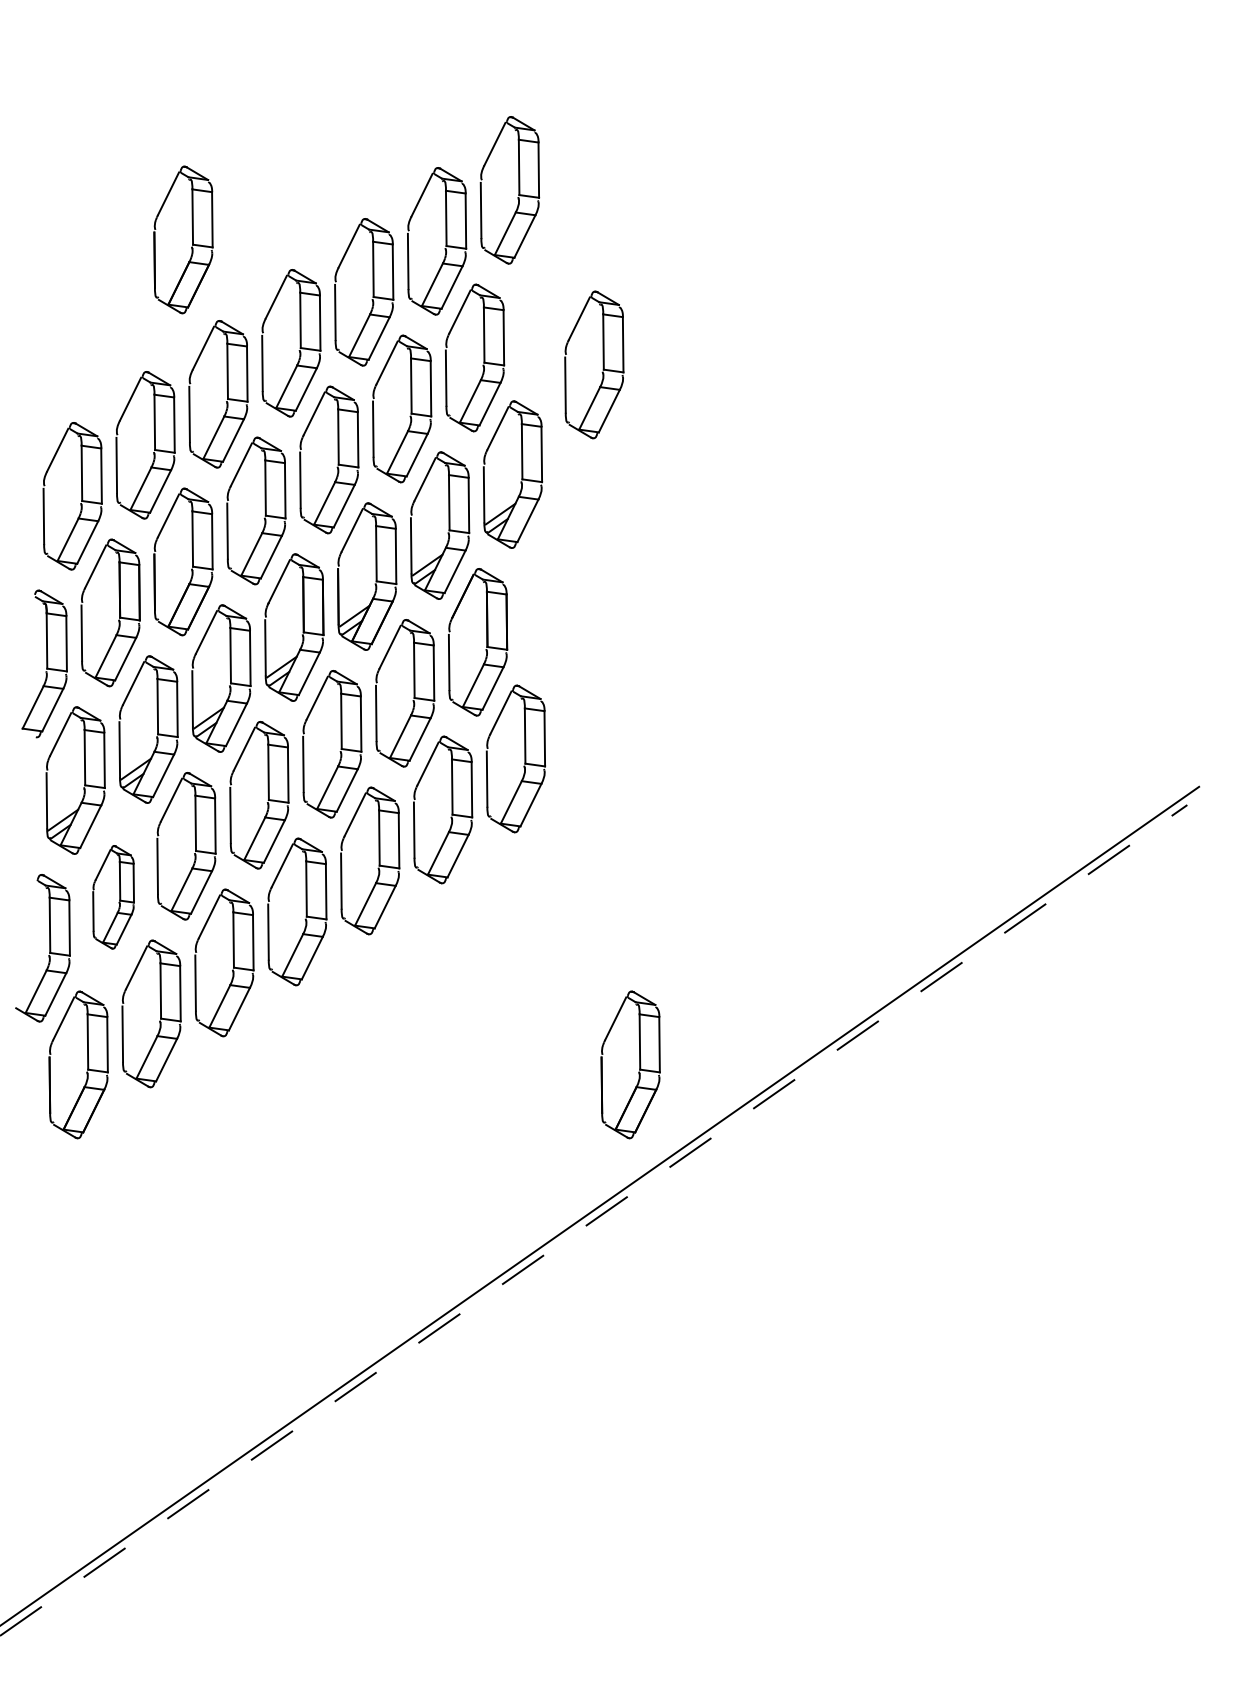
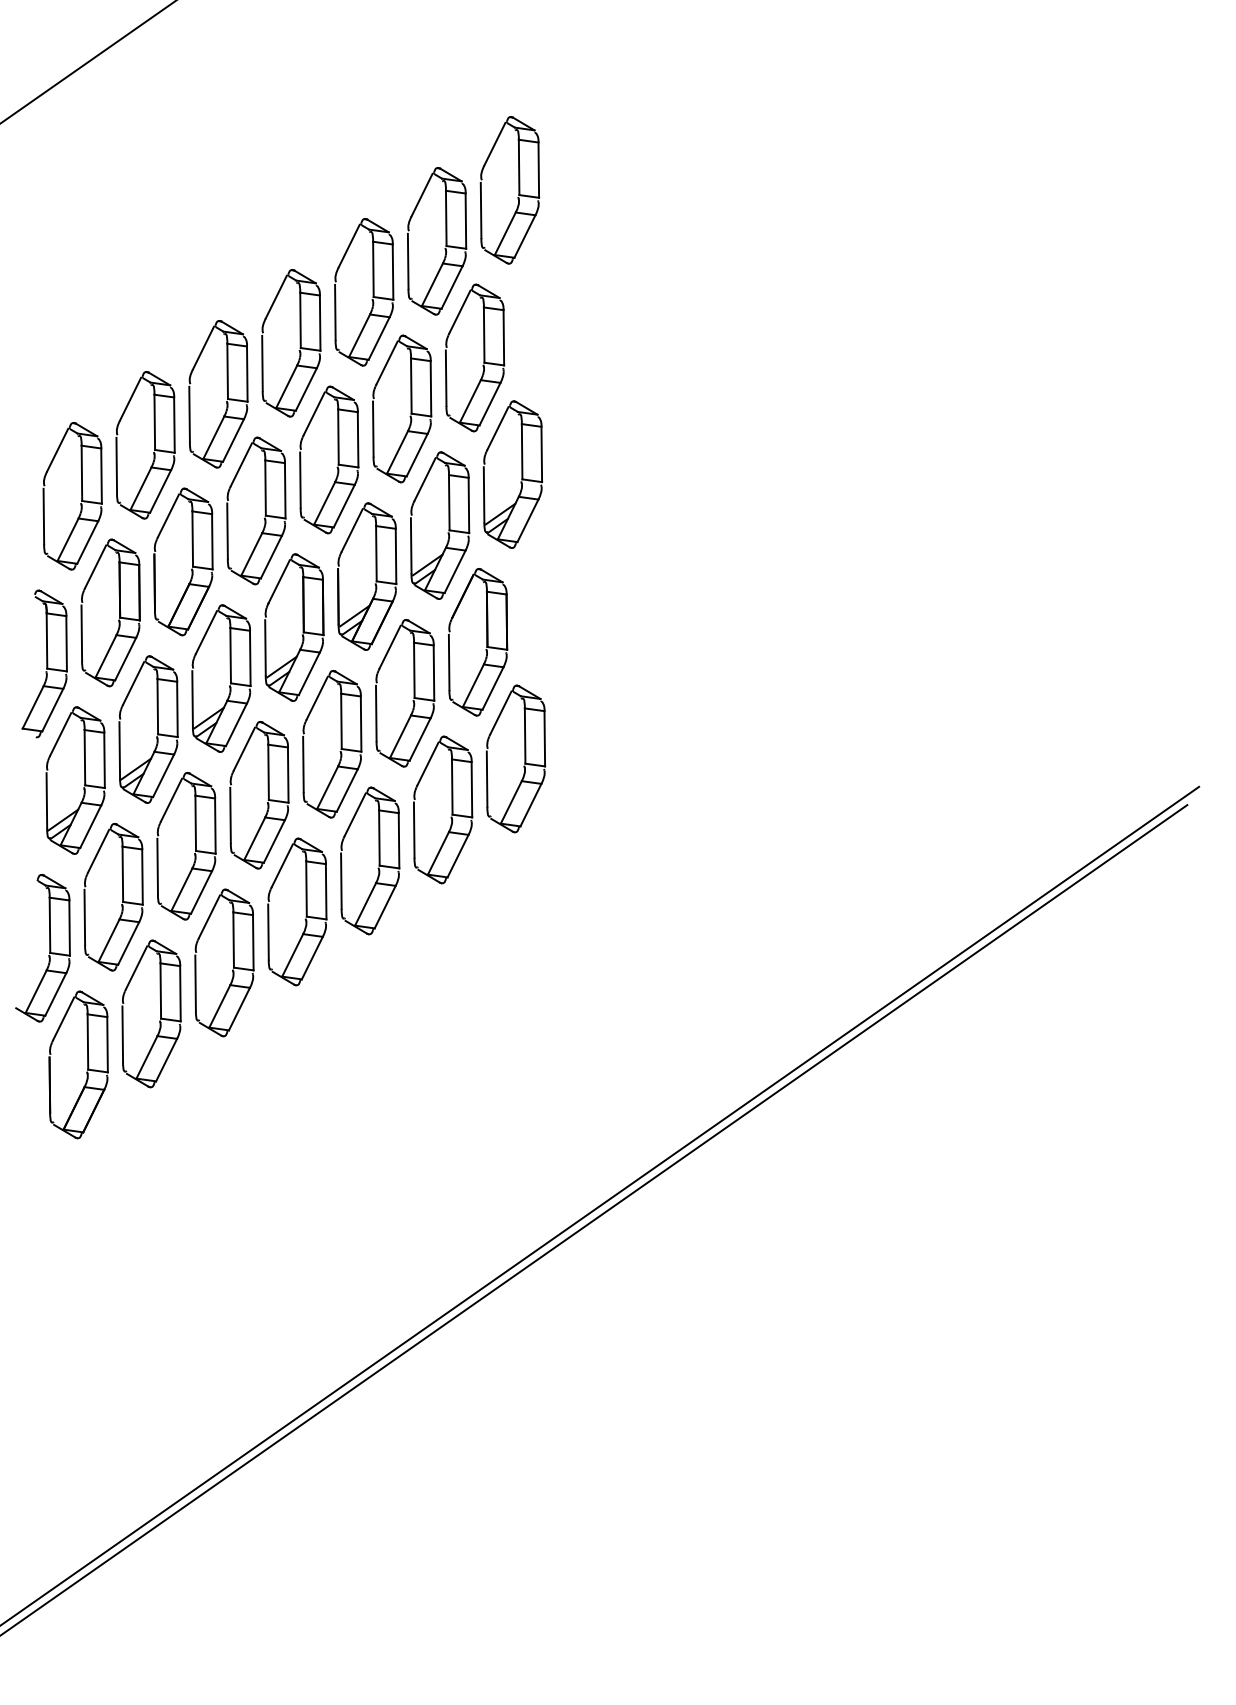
line at (87, 62): none -> present
part at (192, 239): present -> none
part at (602, 364): present -> none
part at (113, 897) size: 43x105 px -> 61x149 px
part at (639, 1064): present -> none
line at (594, 1220): dashed -> solid
